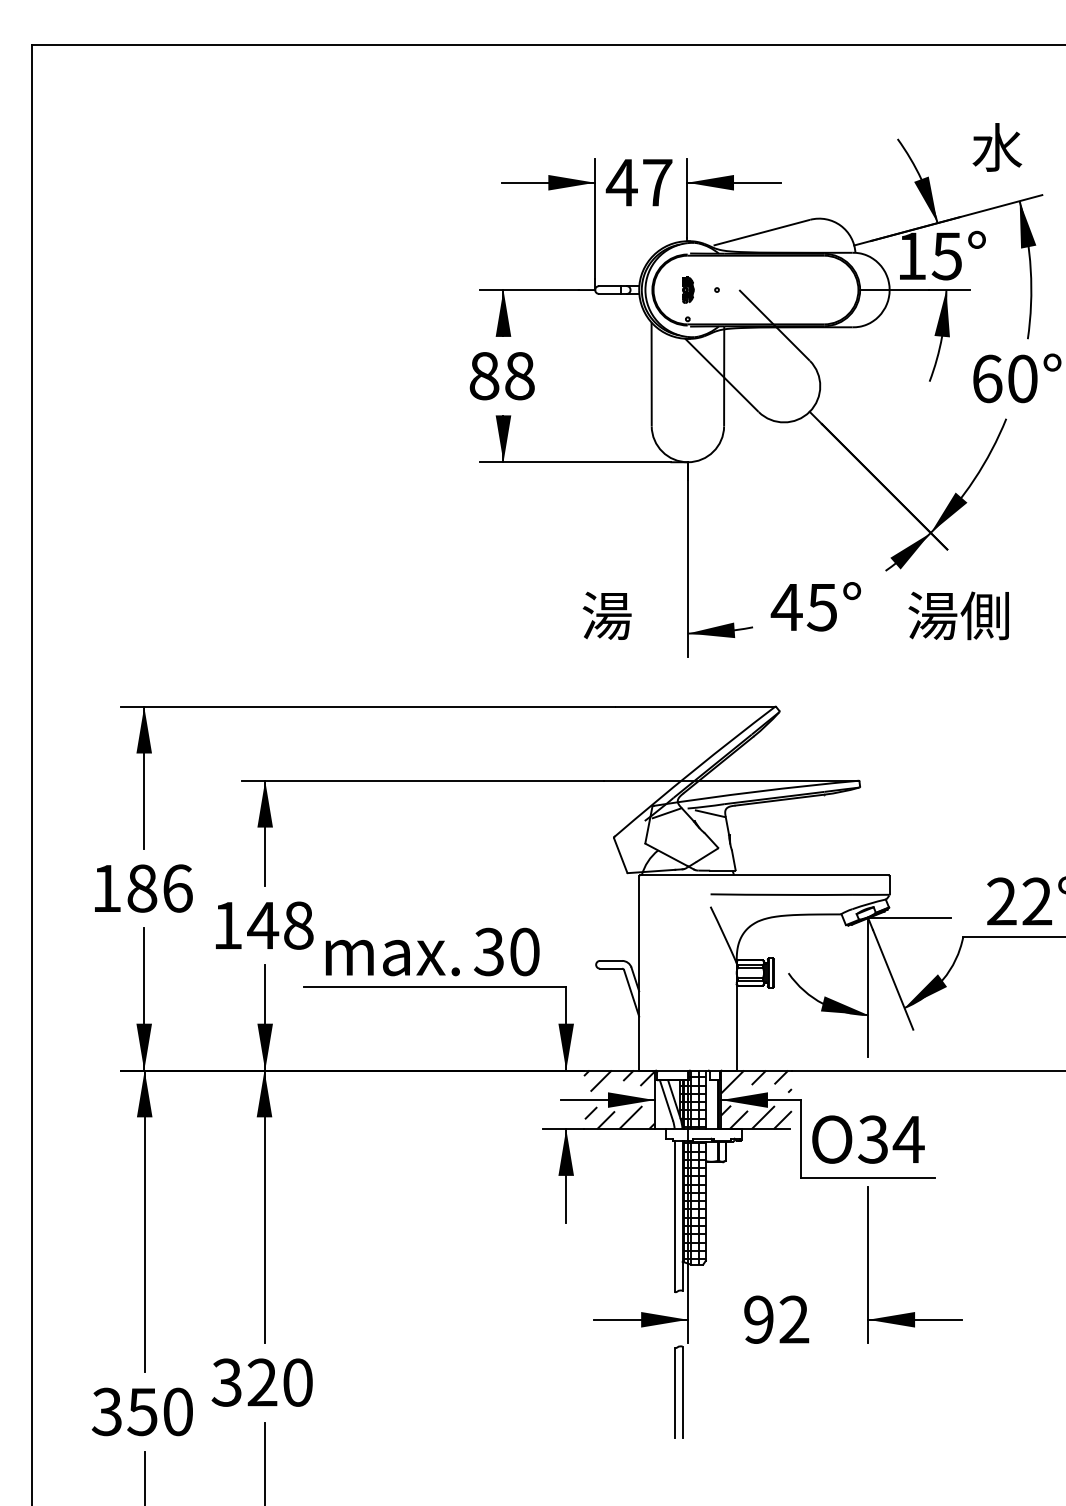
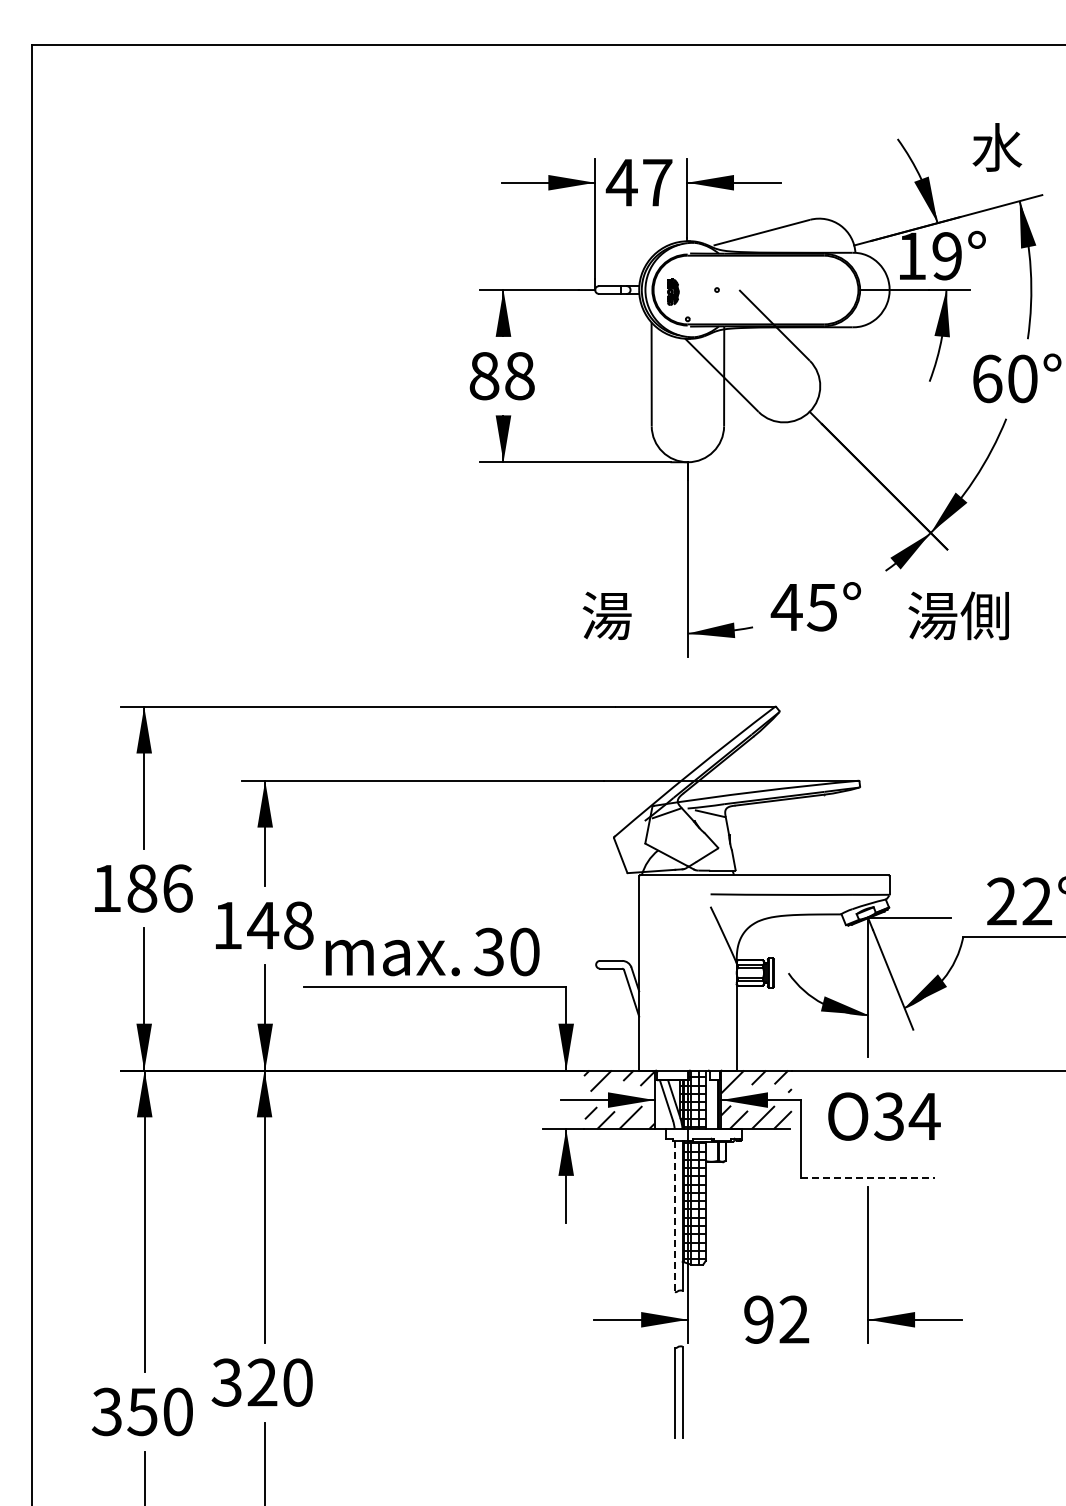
text at (946, 256): 15° -> 19°
part at (688, 289) position: (688, 289) -> (673, 291)
text at (868, 1139) position: (868, 1139) -> (884, 1116)
line at (868, 1177): solid -> dashed
line at (674, 1216): solid -> dashed
